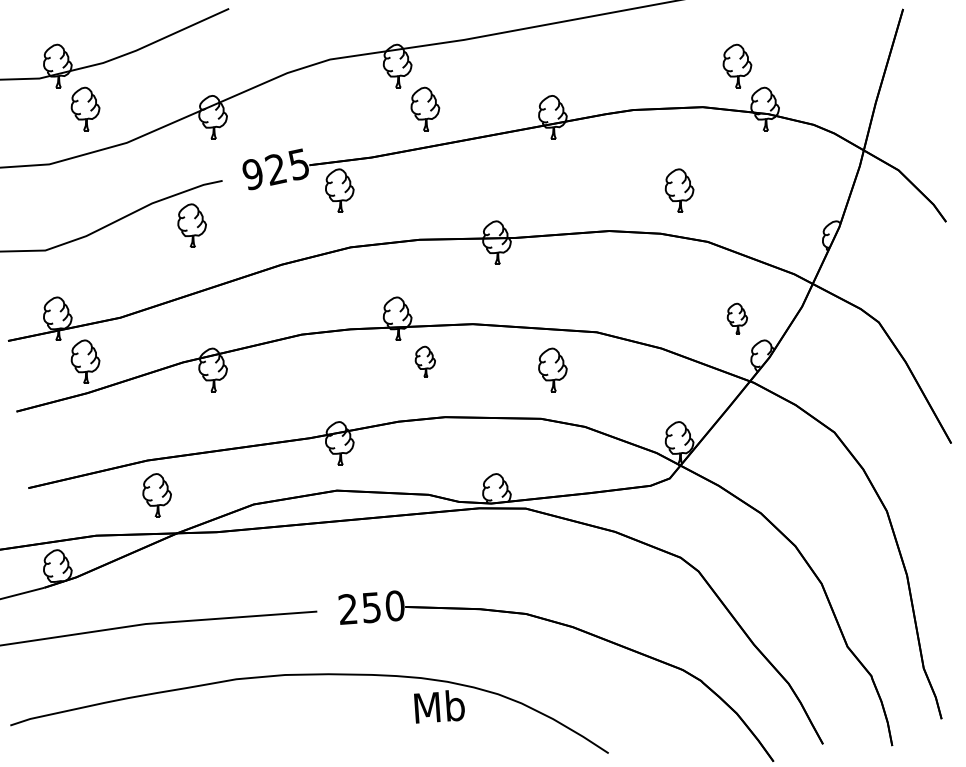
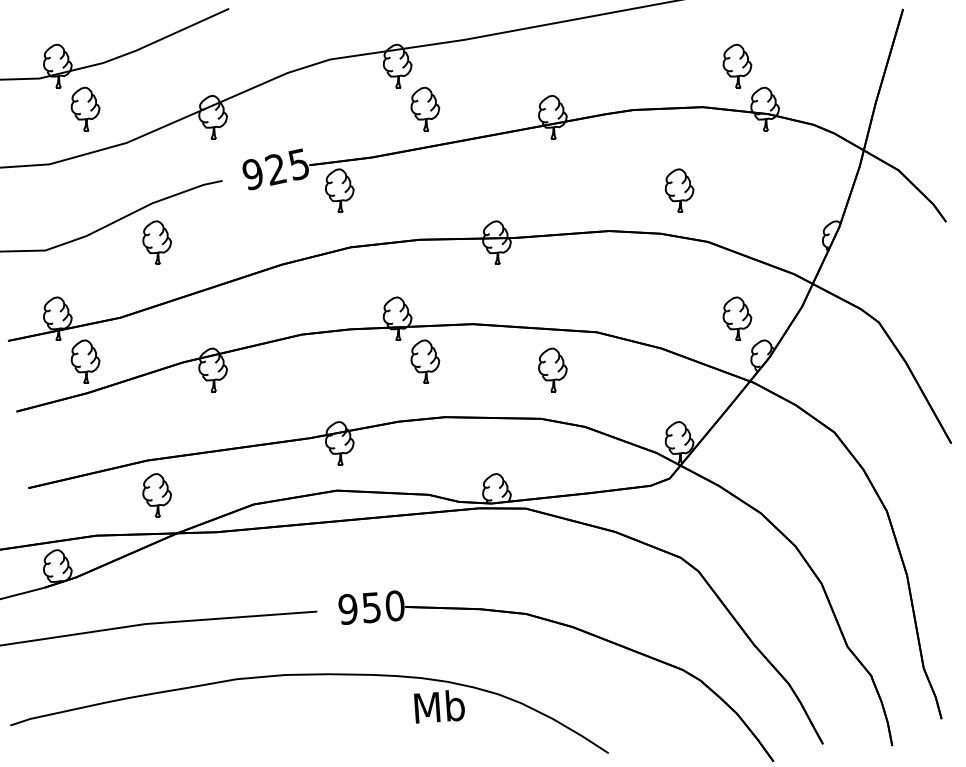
part at (191, 225) position: (191, 225) -> (156, 242)
part at (736, 318) size: 22x33 px -> 31x45 px
part at (424, 361) size: 22x33 px -> 31x45 px
text at (347, 609): 250 -> 950
